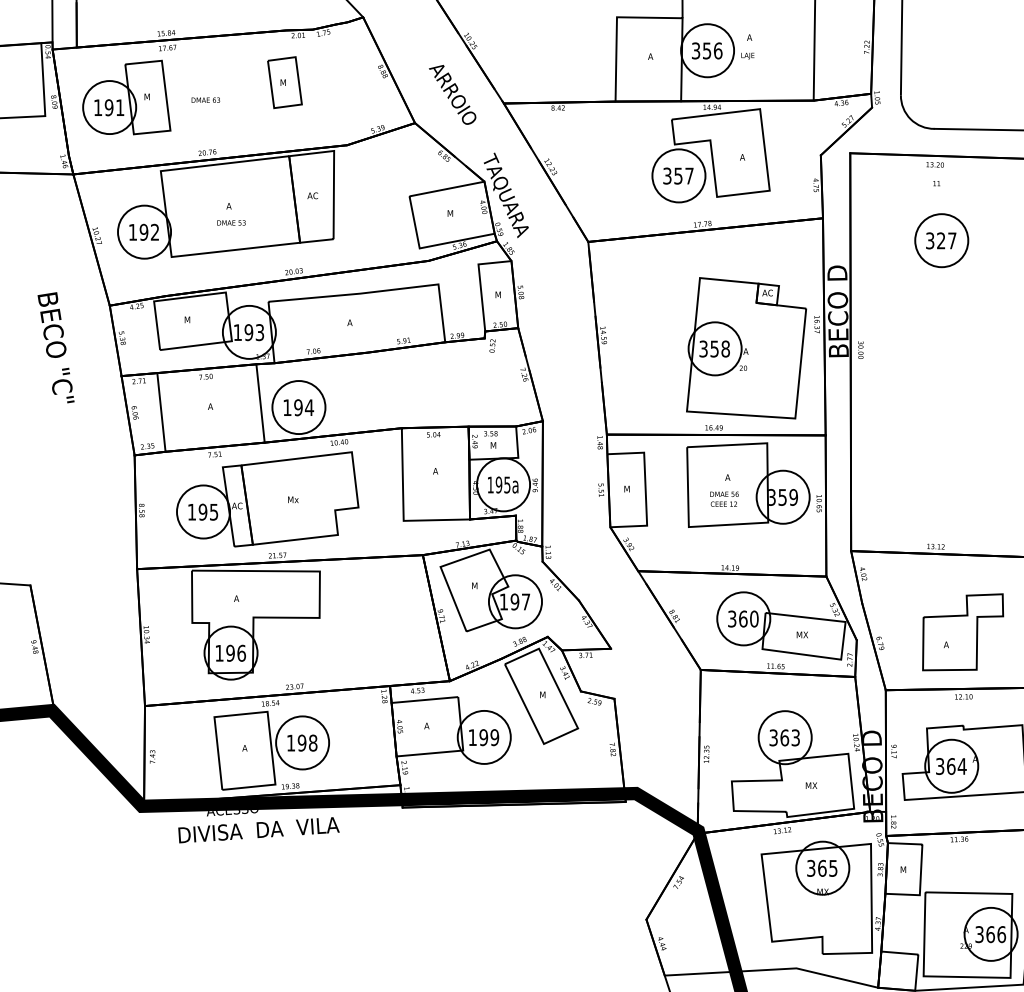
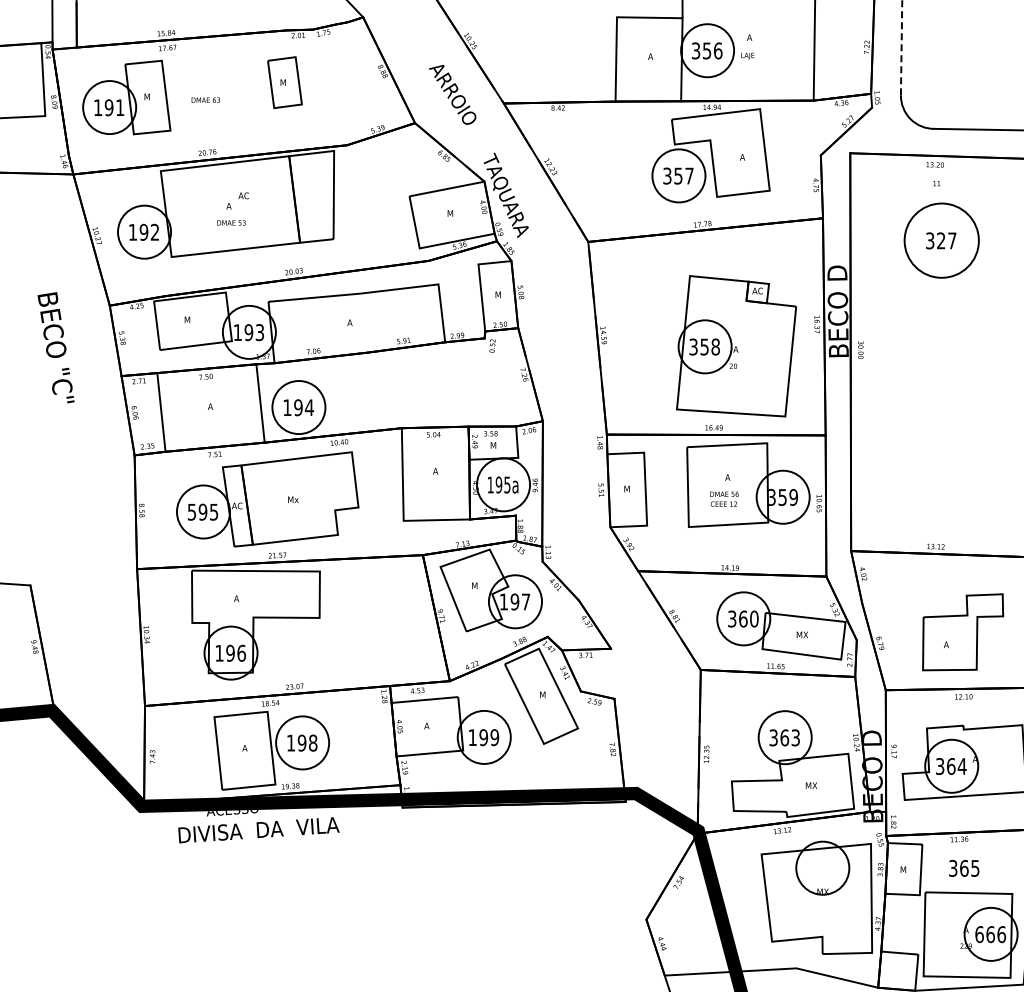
line at (901, 47): solid -> dashed
text at (312, 195) position: (312, 195) -> (243, 195)
circle at (941, 240) diameter: 53 px -> 74 px
part at (746, 348) position: (746, 348) -> (736, 346)
text at (191, 512): 195 -> 595
text at (822, 867) position: (822, 867) -> (964, 867)
text at (979, 934): 366 -> 666
